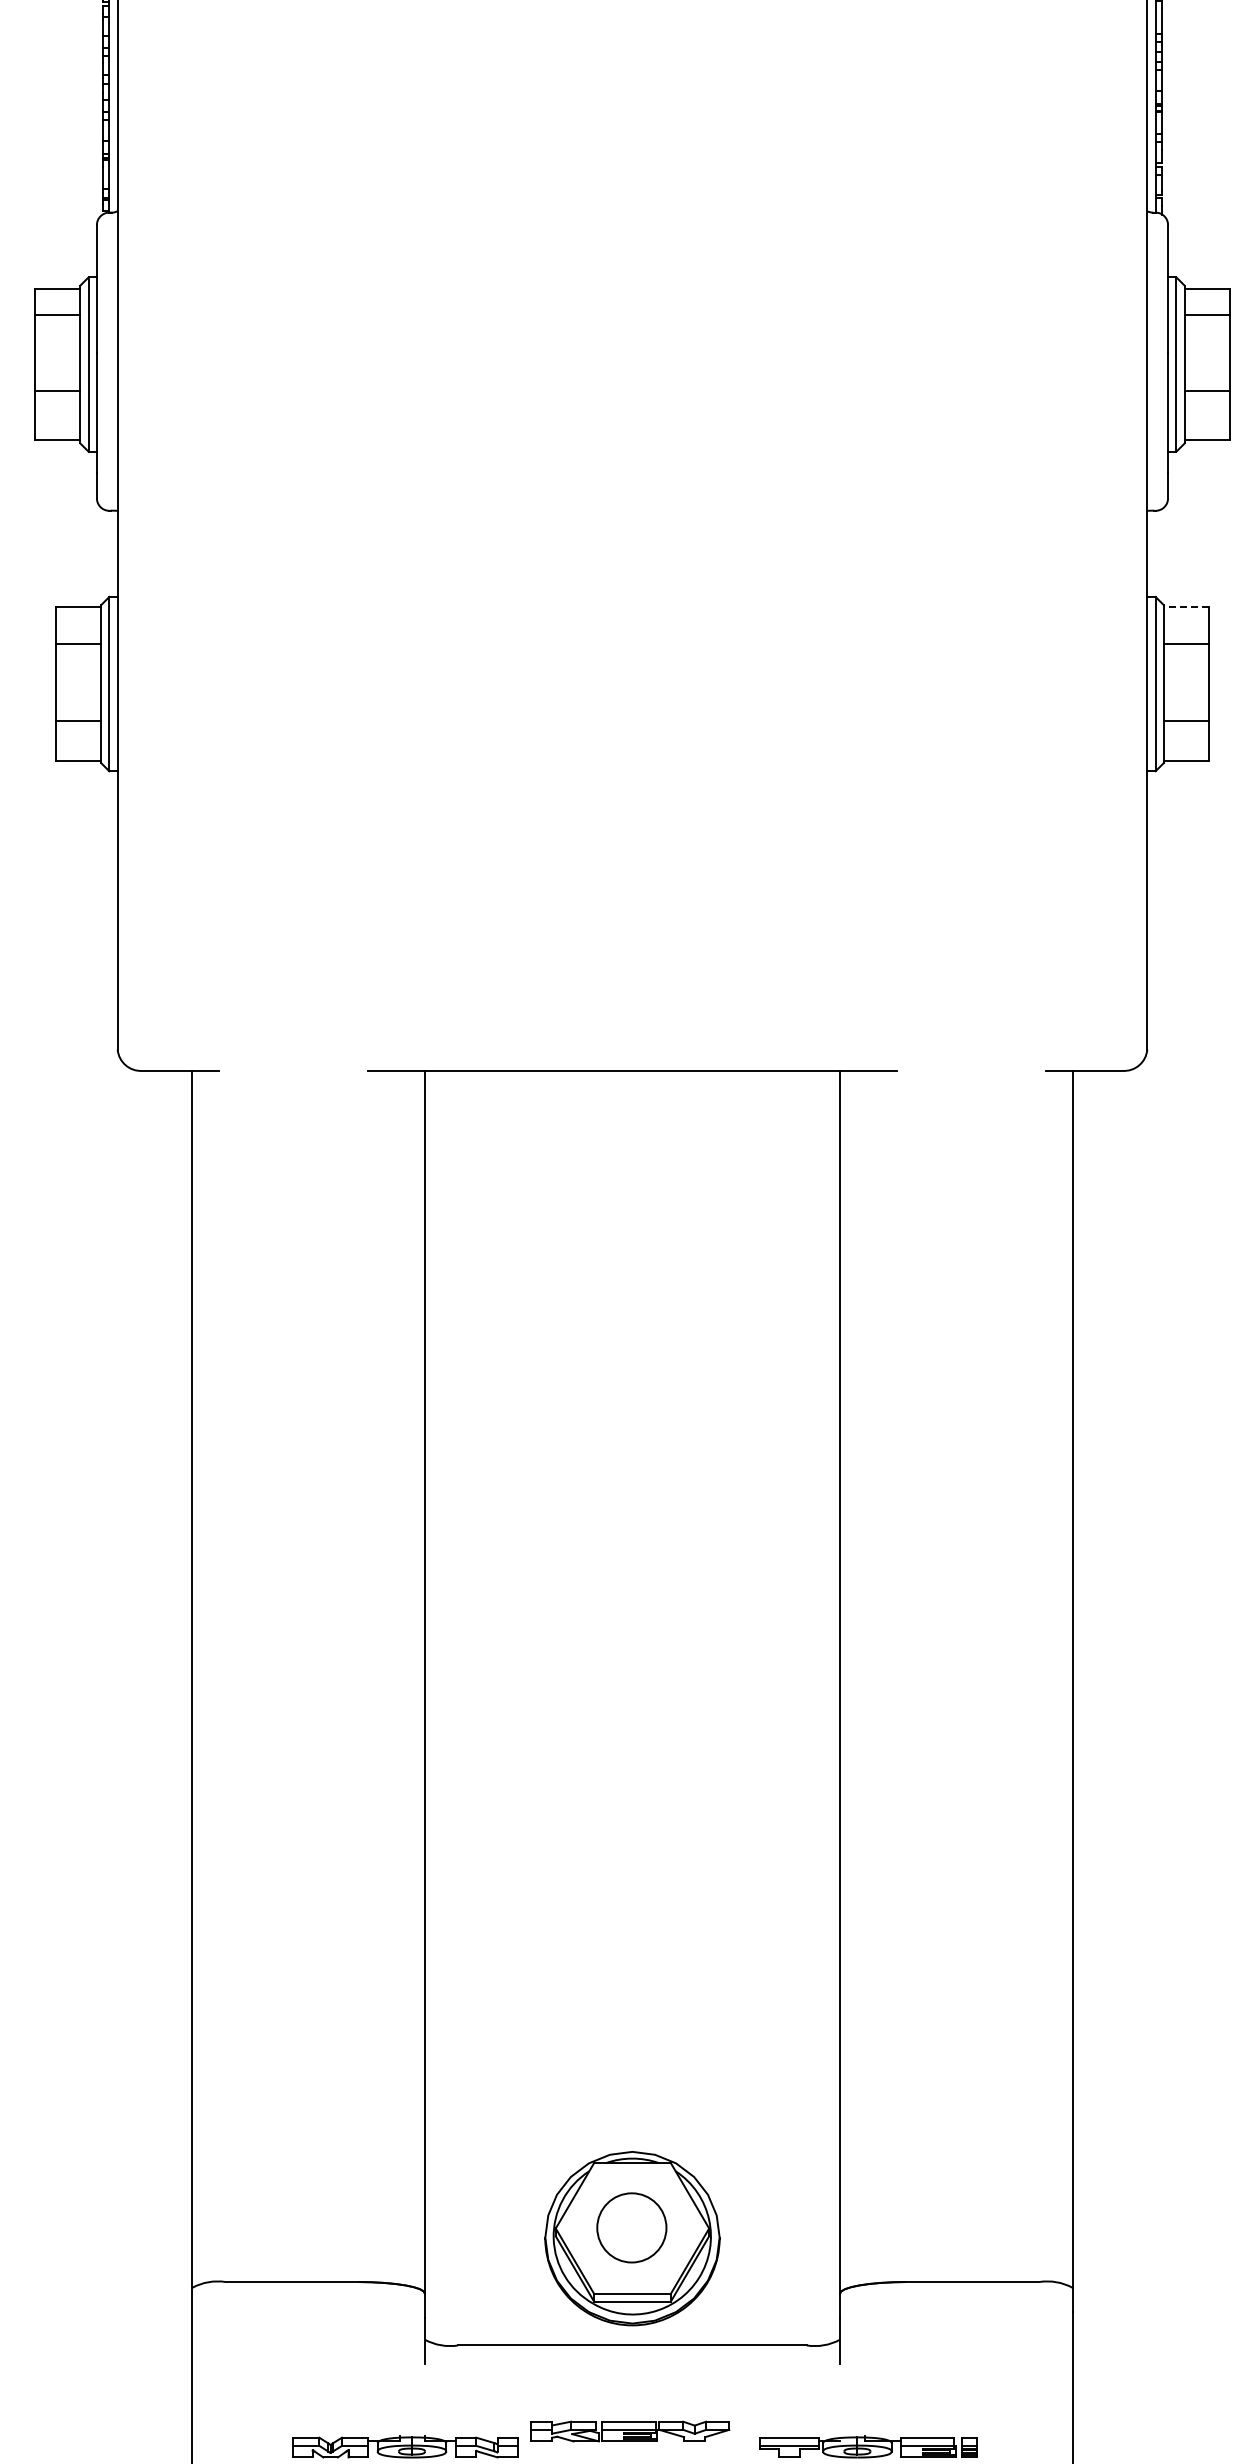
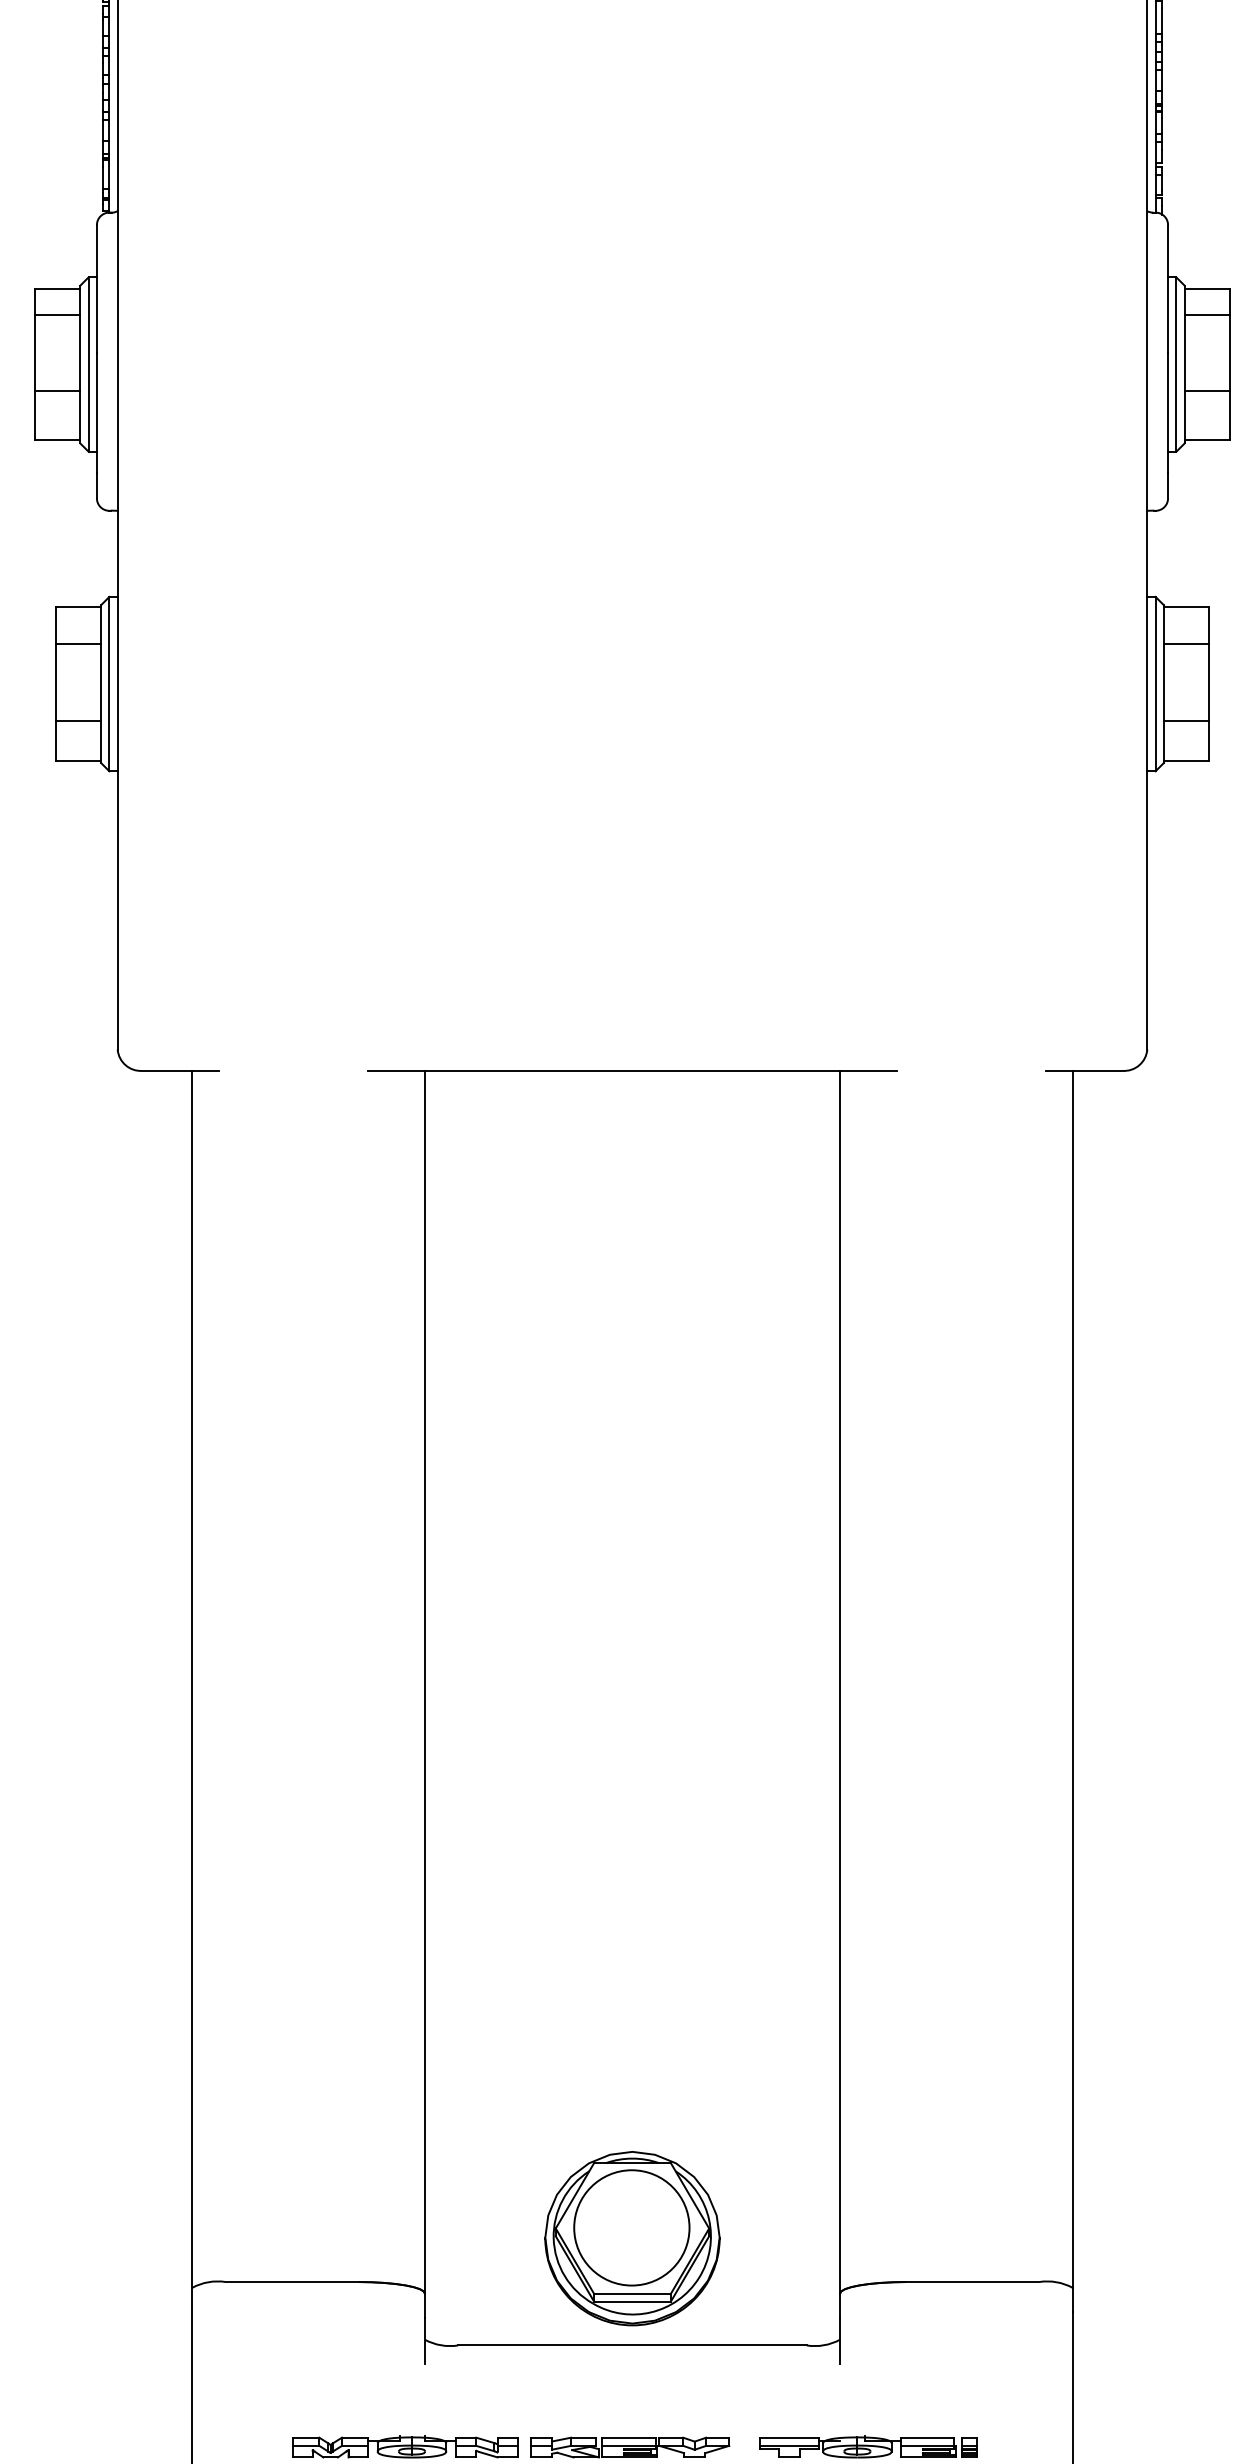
line at (1185, 607): dashed -> solid
circle at (631, 2227) diameter: 69 px -> 115 px
part at (630, 2431) position: (630, 2431) -> (630, 2447)
